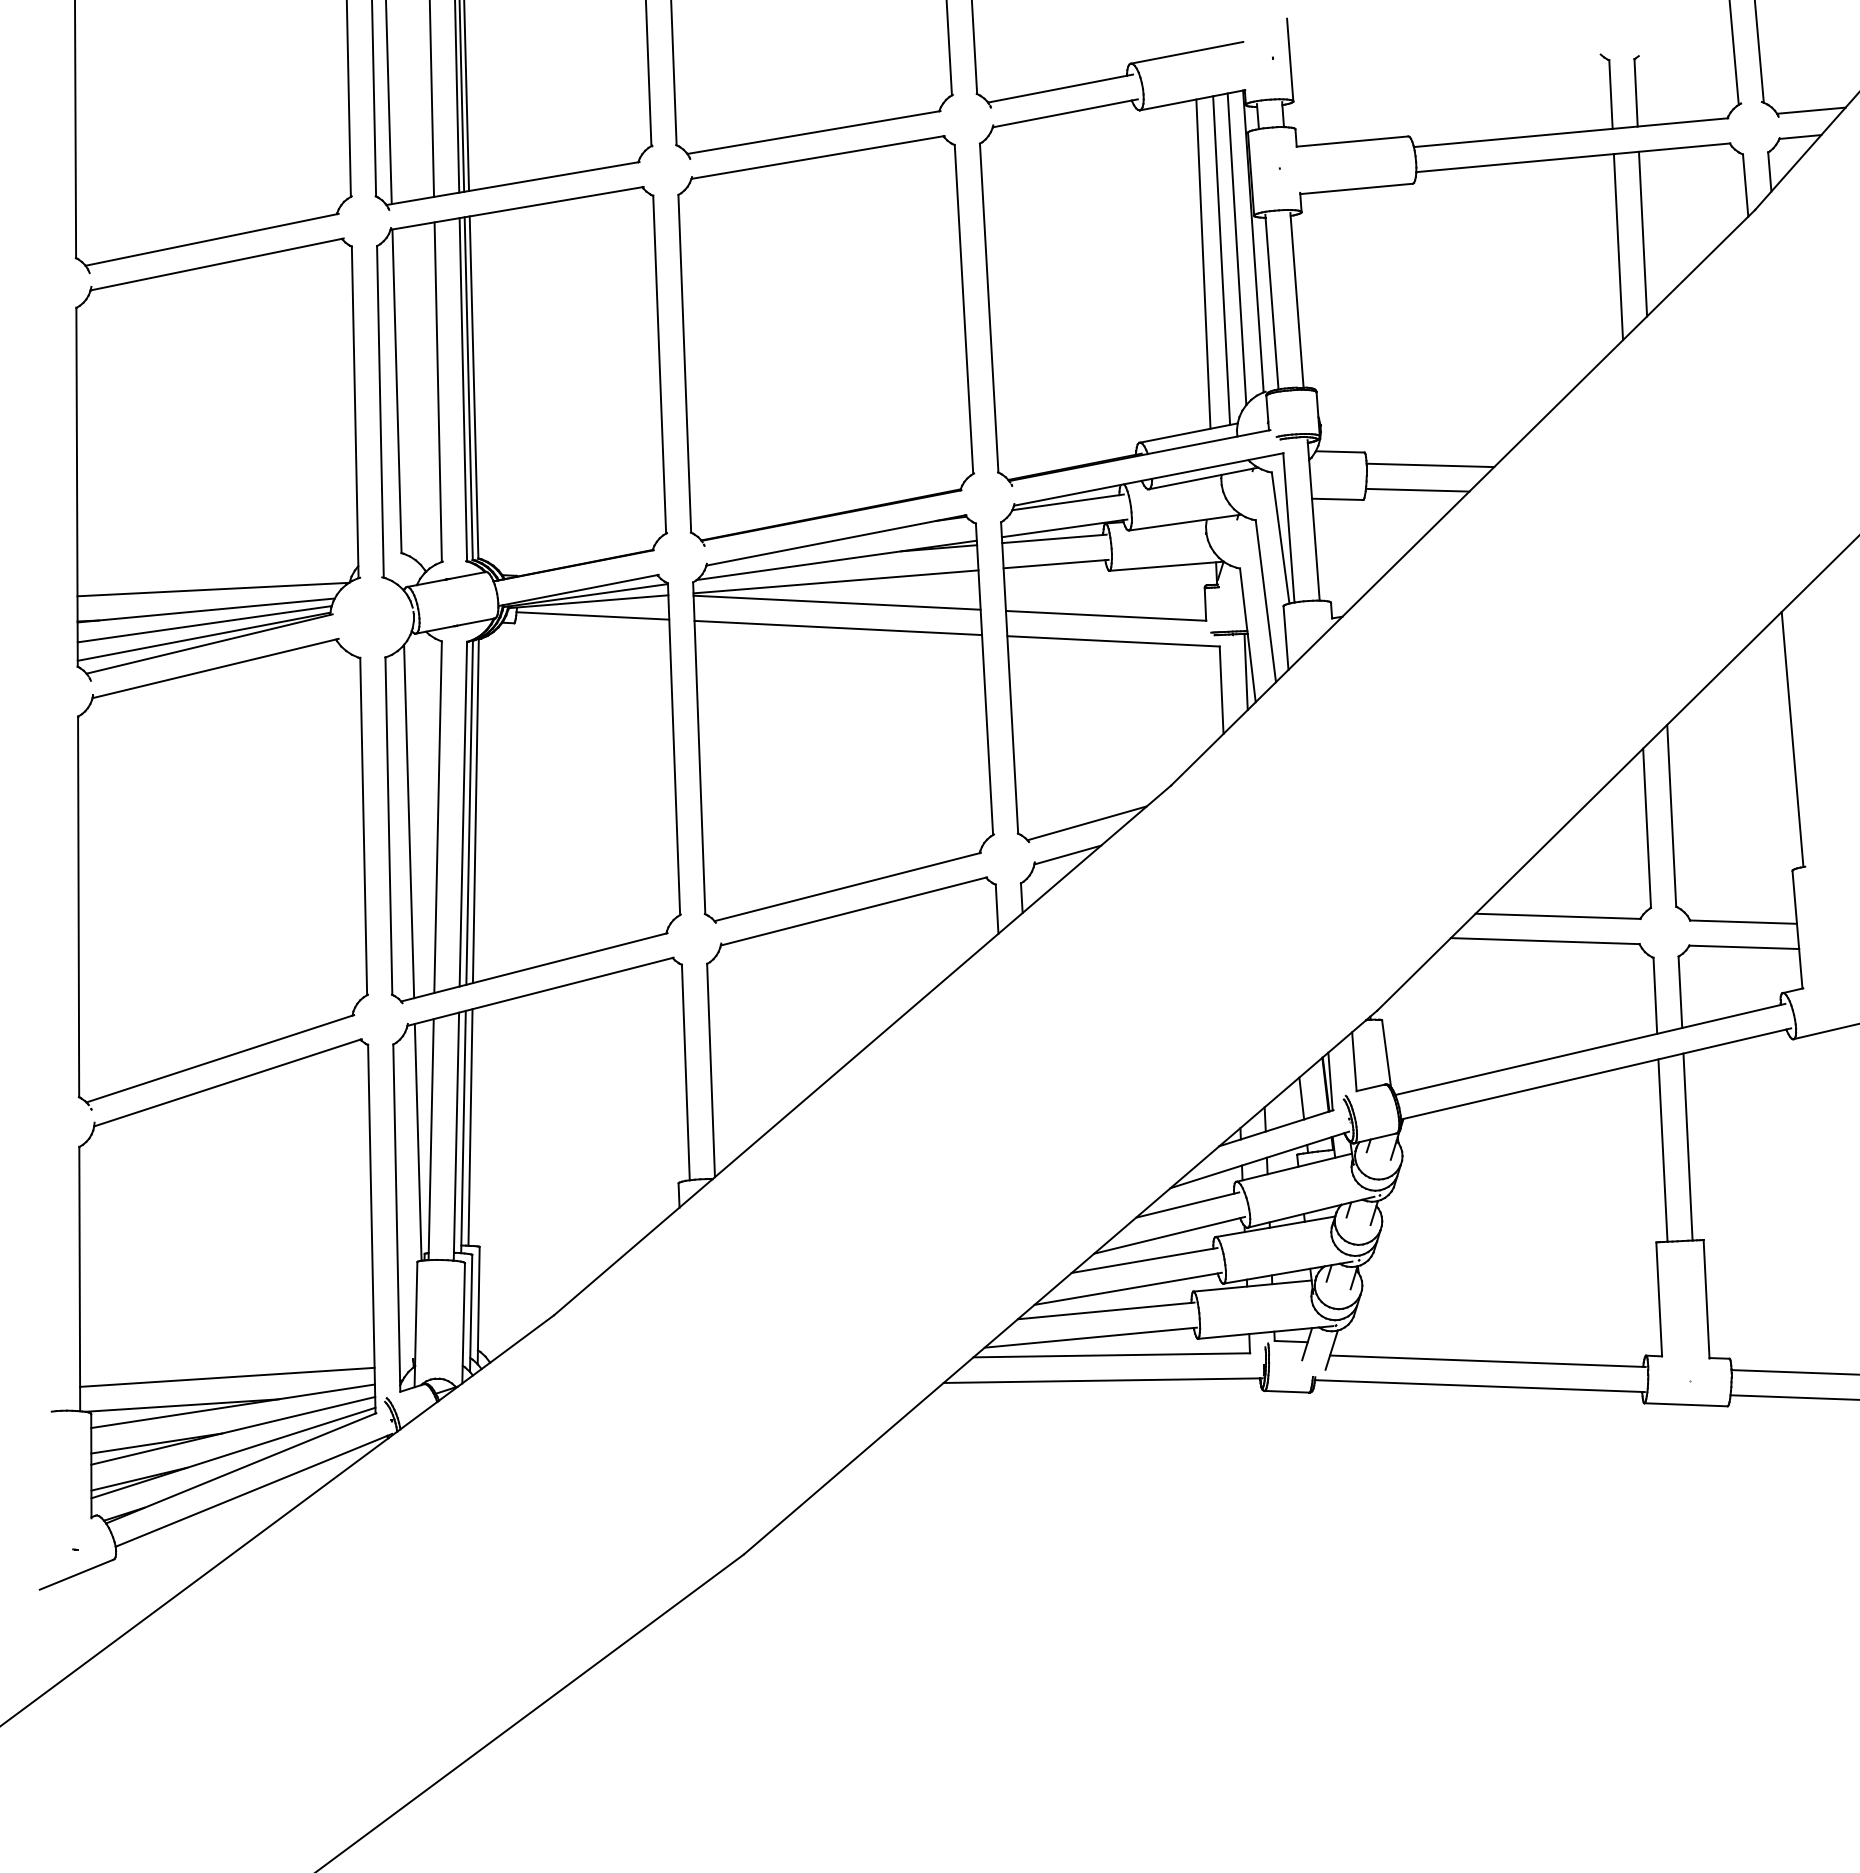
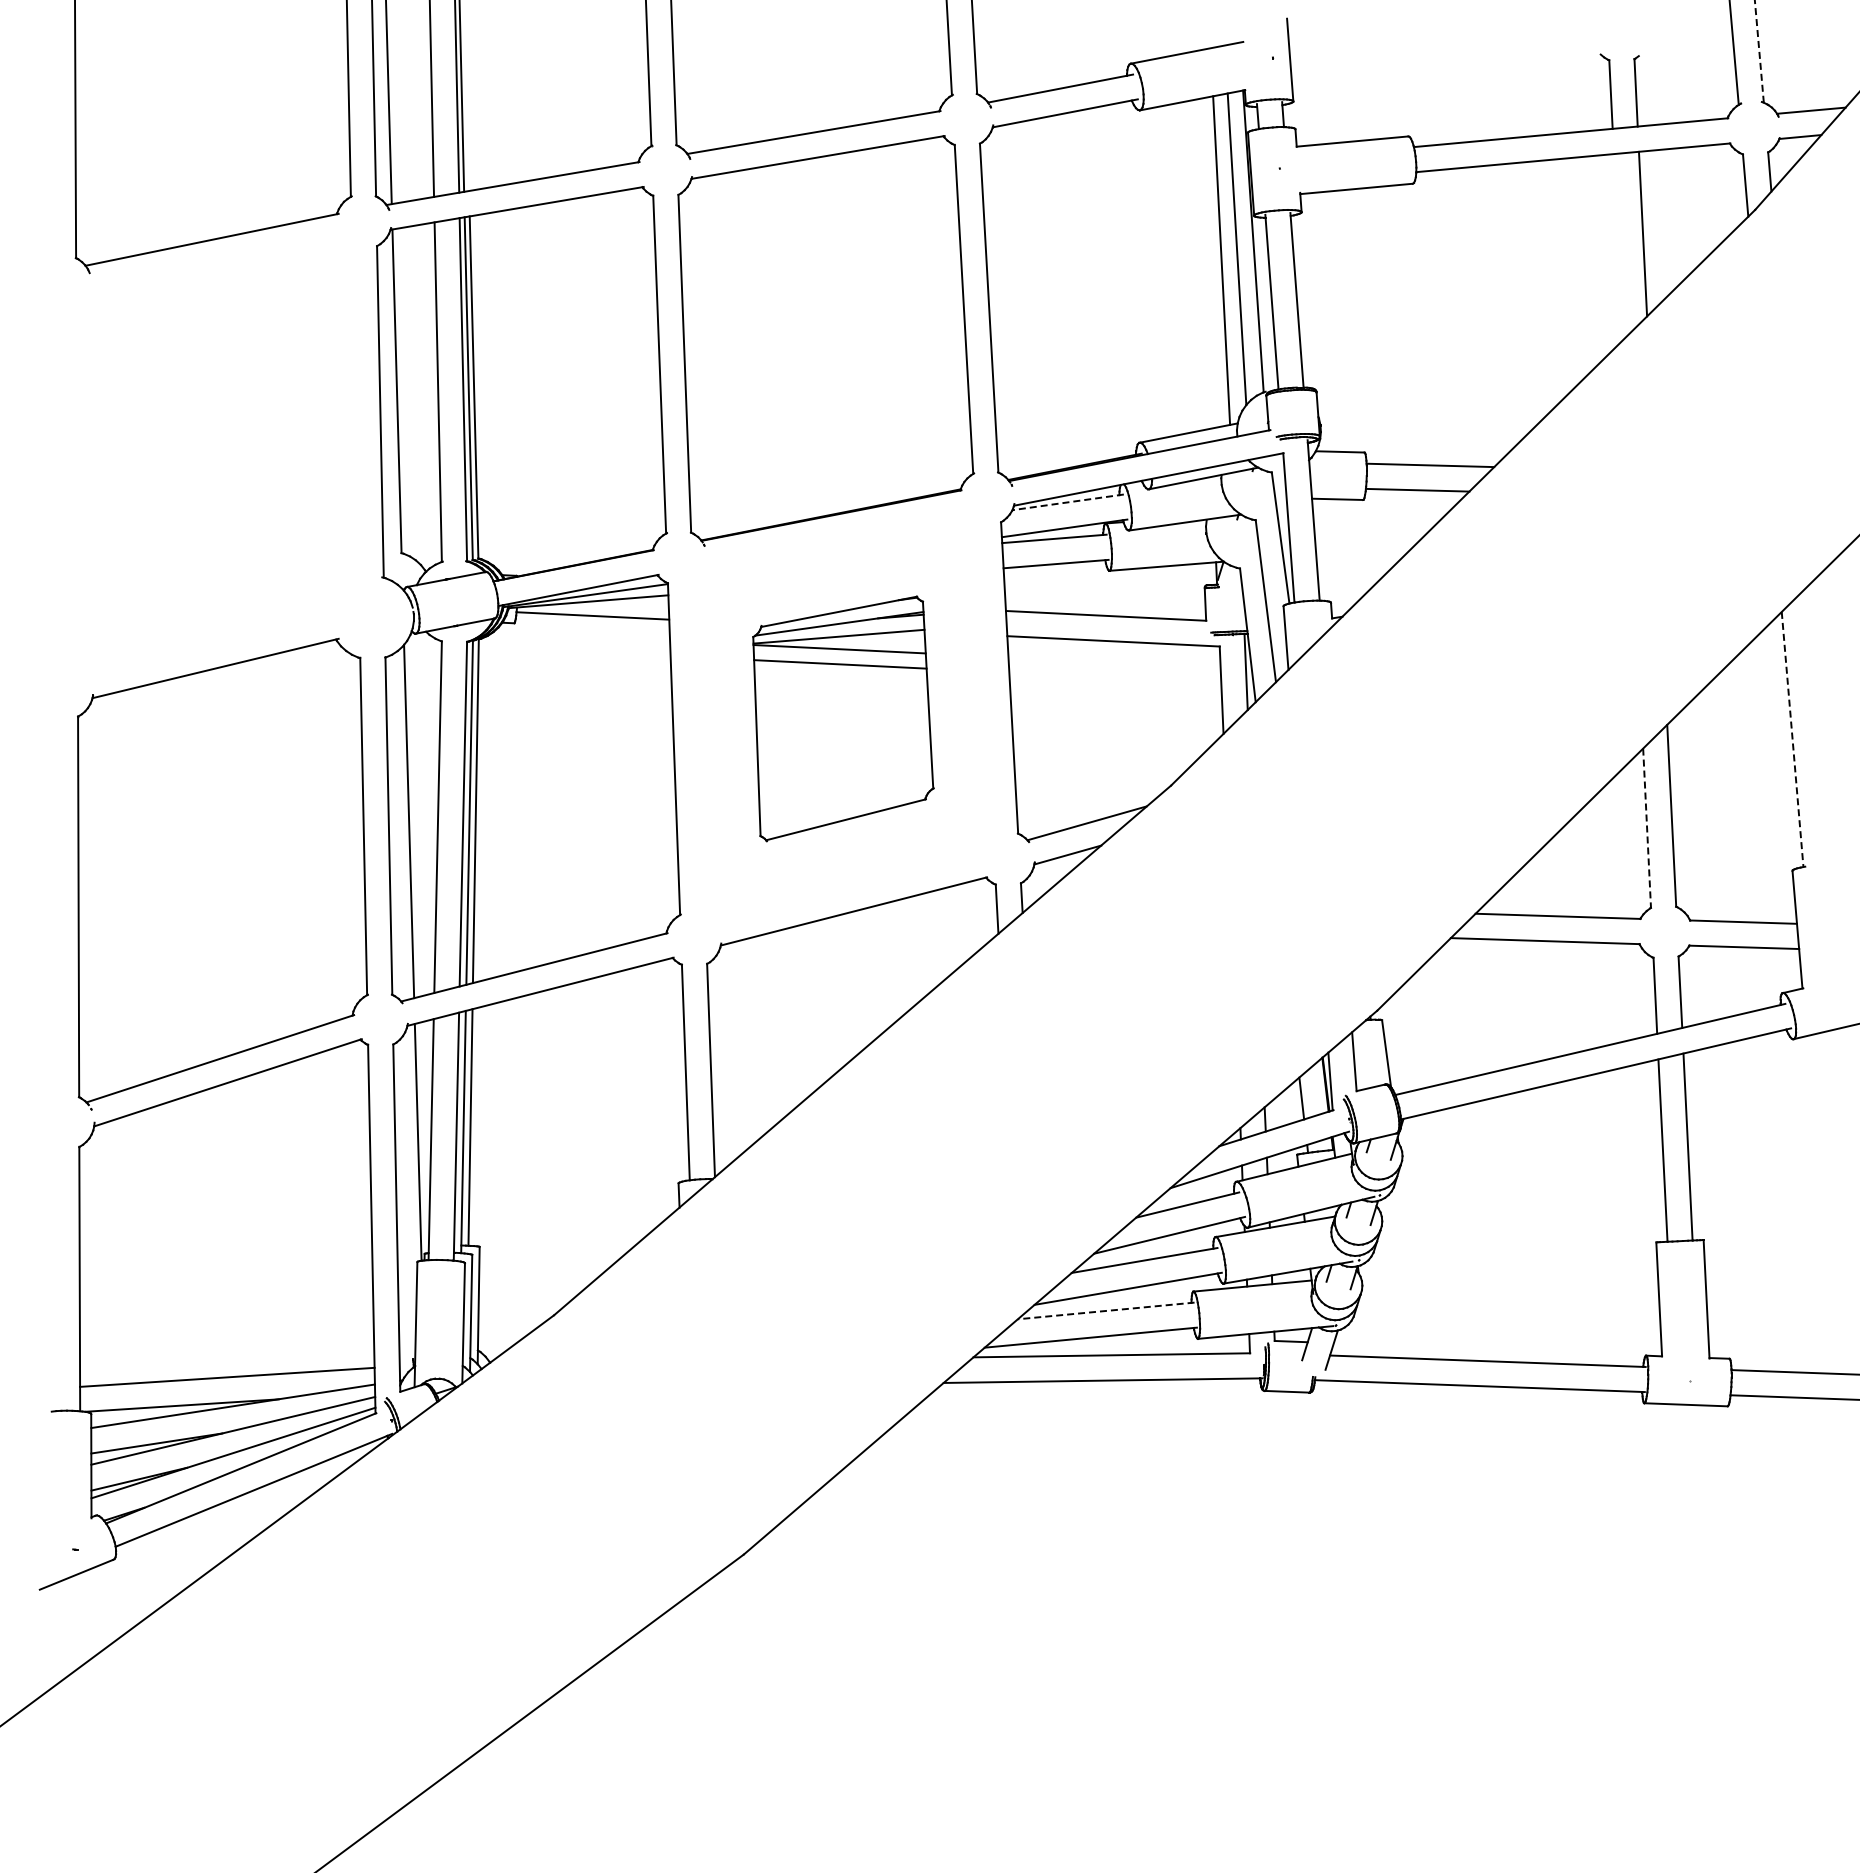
line at (1759, 50): solid -> dashed
line at (466, 96): present -> none
line at (1618, 247): present -> none
line at (1203, 263): present -> none
part at (218, 459): present -> none
line at (1067, 502): solid -> dashed
part at (843, 718) size: 303x410 px -> 183x248 px
line at (1792, 739): solid -> dashed
line at (1647, 828): solid -> dashed
line at (1106, 1310): solid -> dashed
